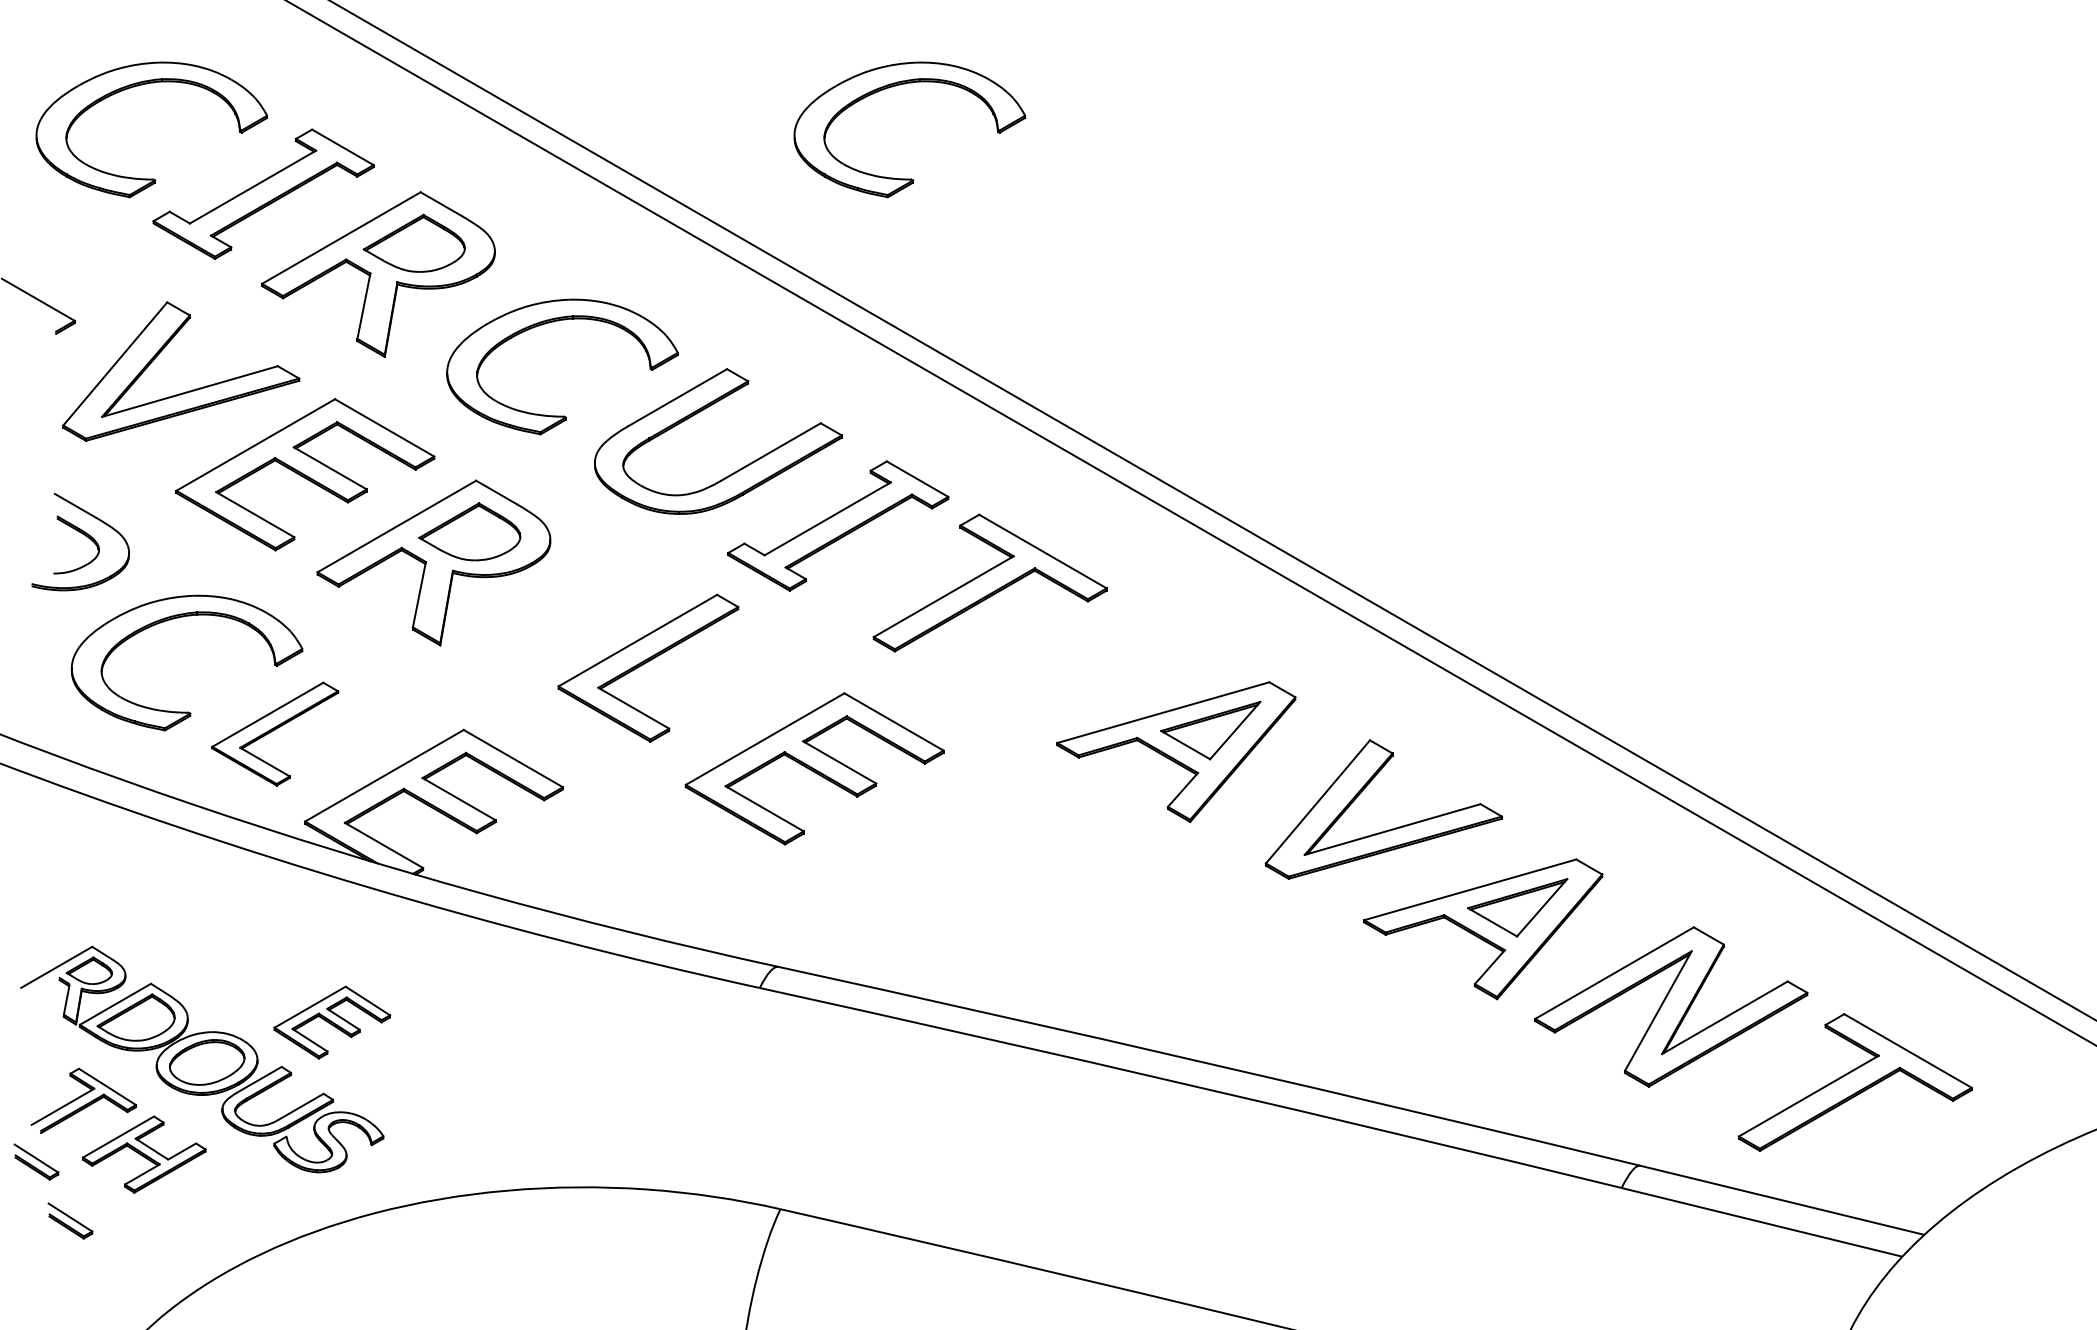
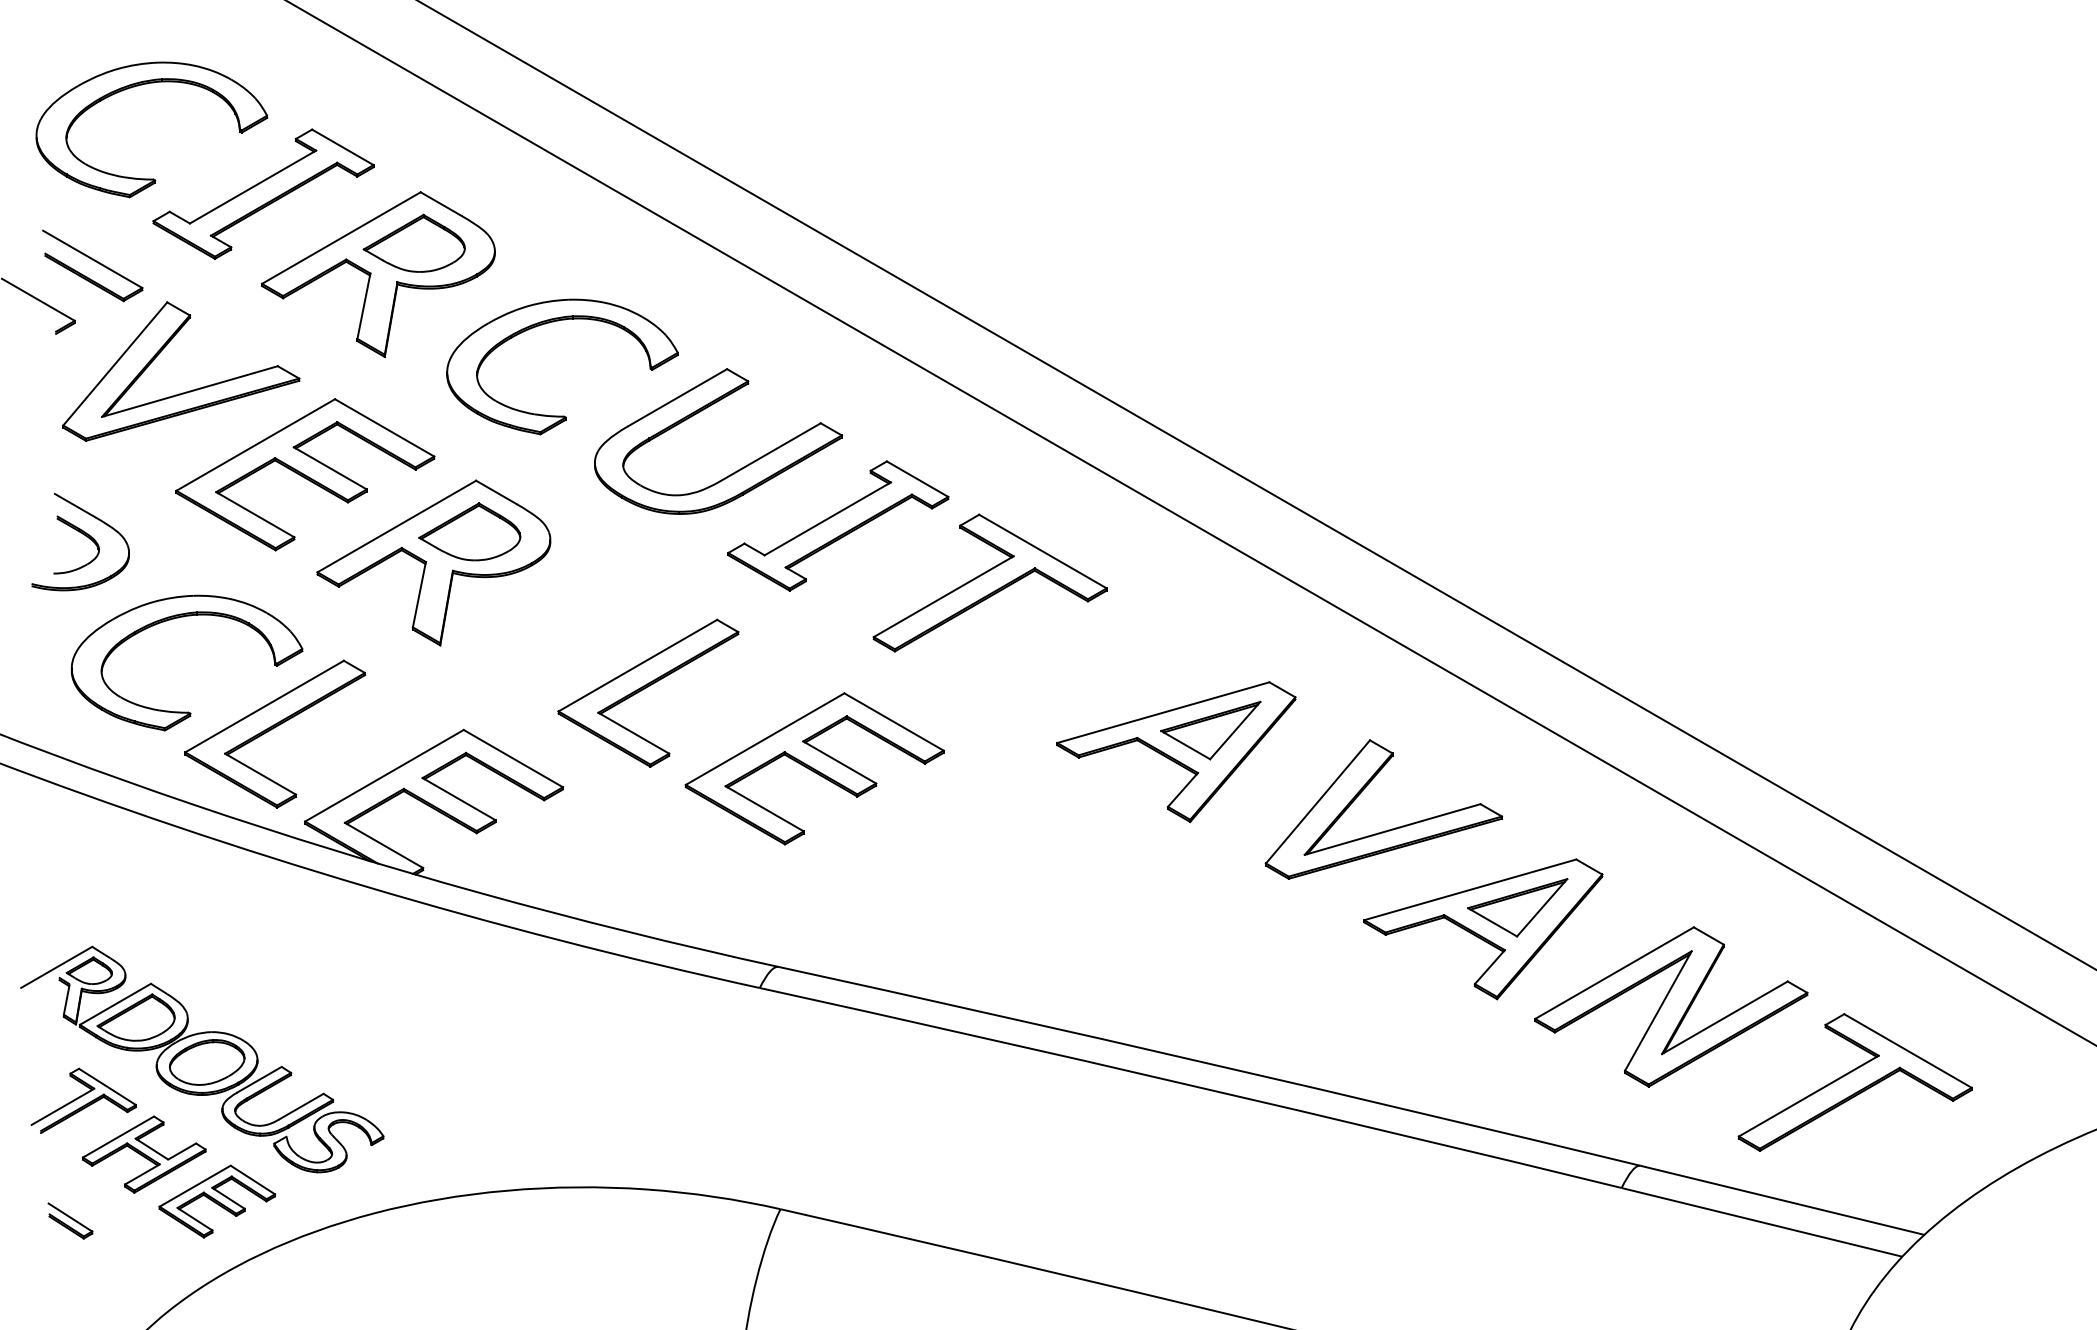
part at (900, 85): present -> none
part at (92, 265): none -> present
line at (1212, 510) position: (1212, 510) -> (1256, 485)
part at (648, 667) position: (648, 667) -> (648, 692)
part at (275, 733) size: 129x106 px -> 183x150 px
part at (332, 1022) position: (332, 1022) -> (217, 1201)
part at (36, 1161): present -> none
